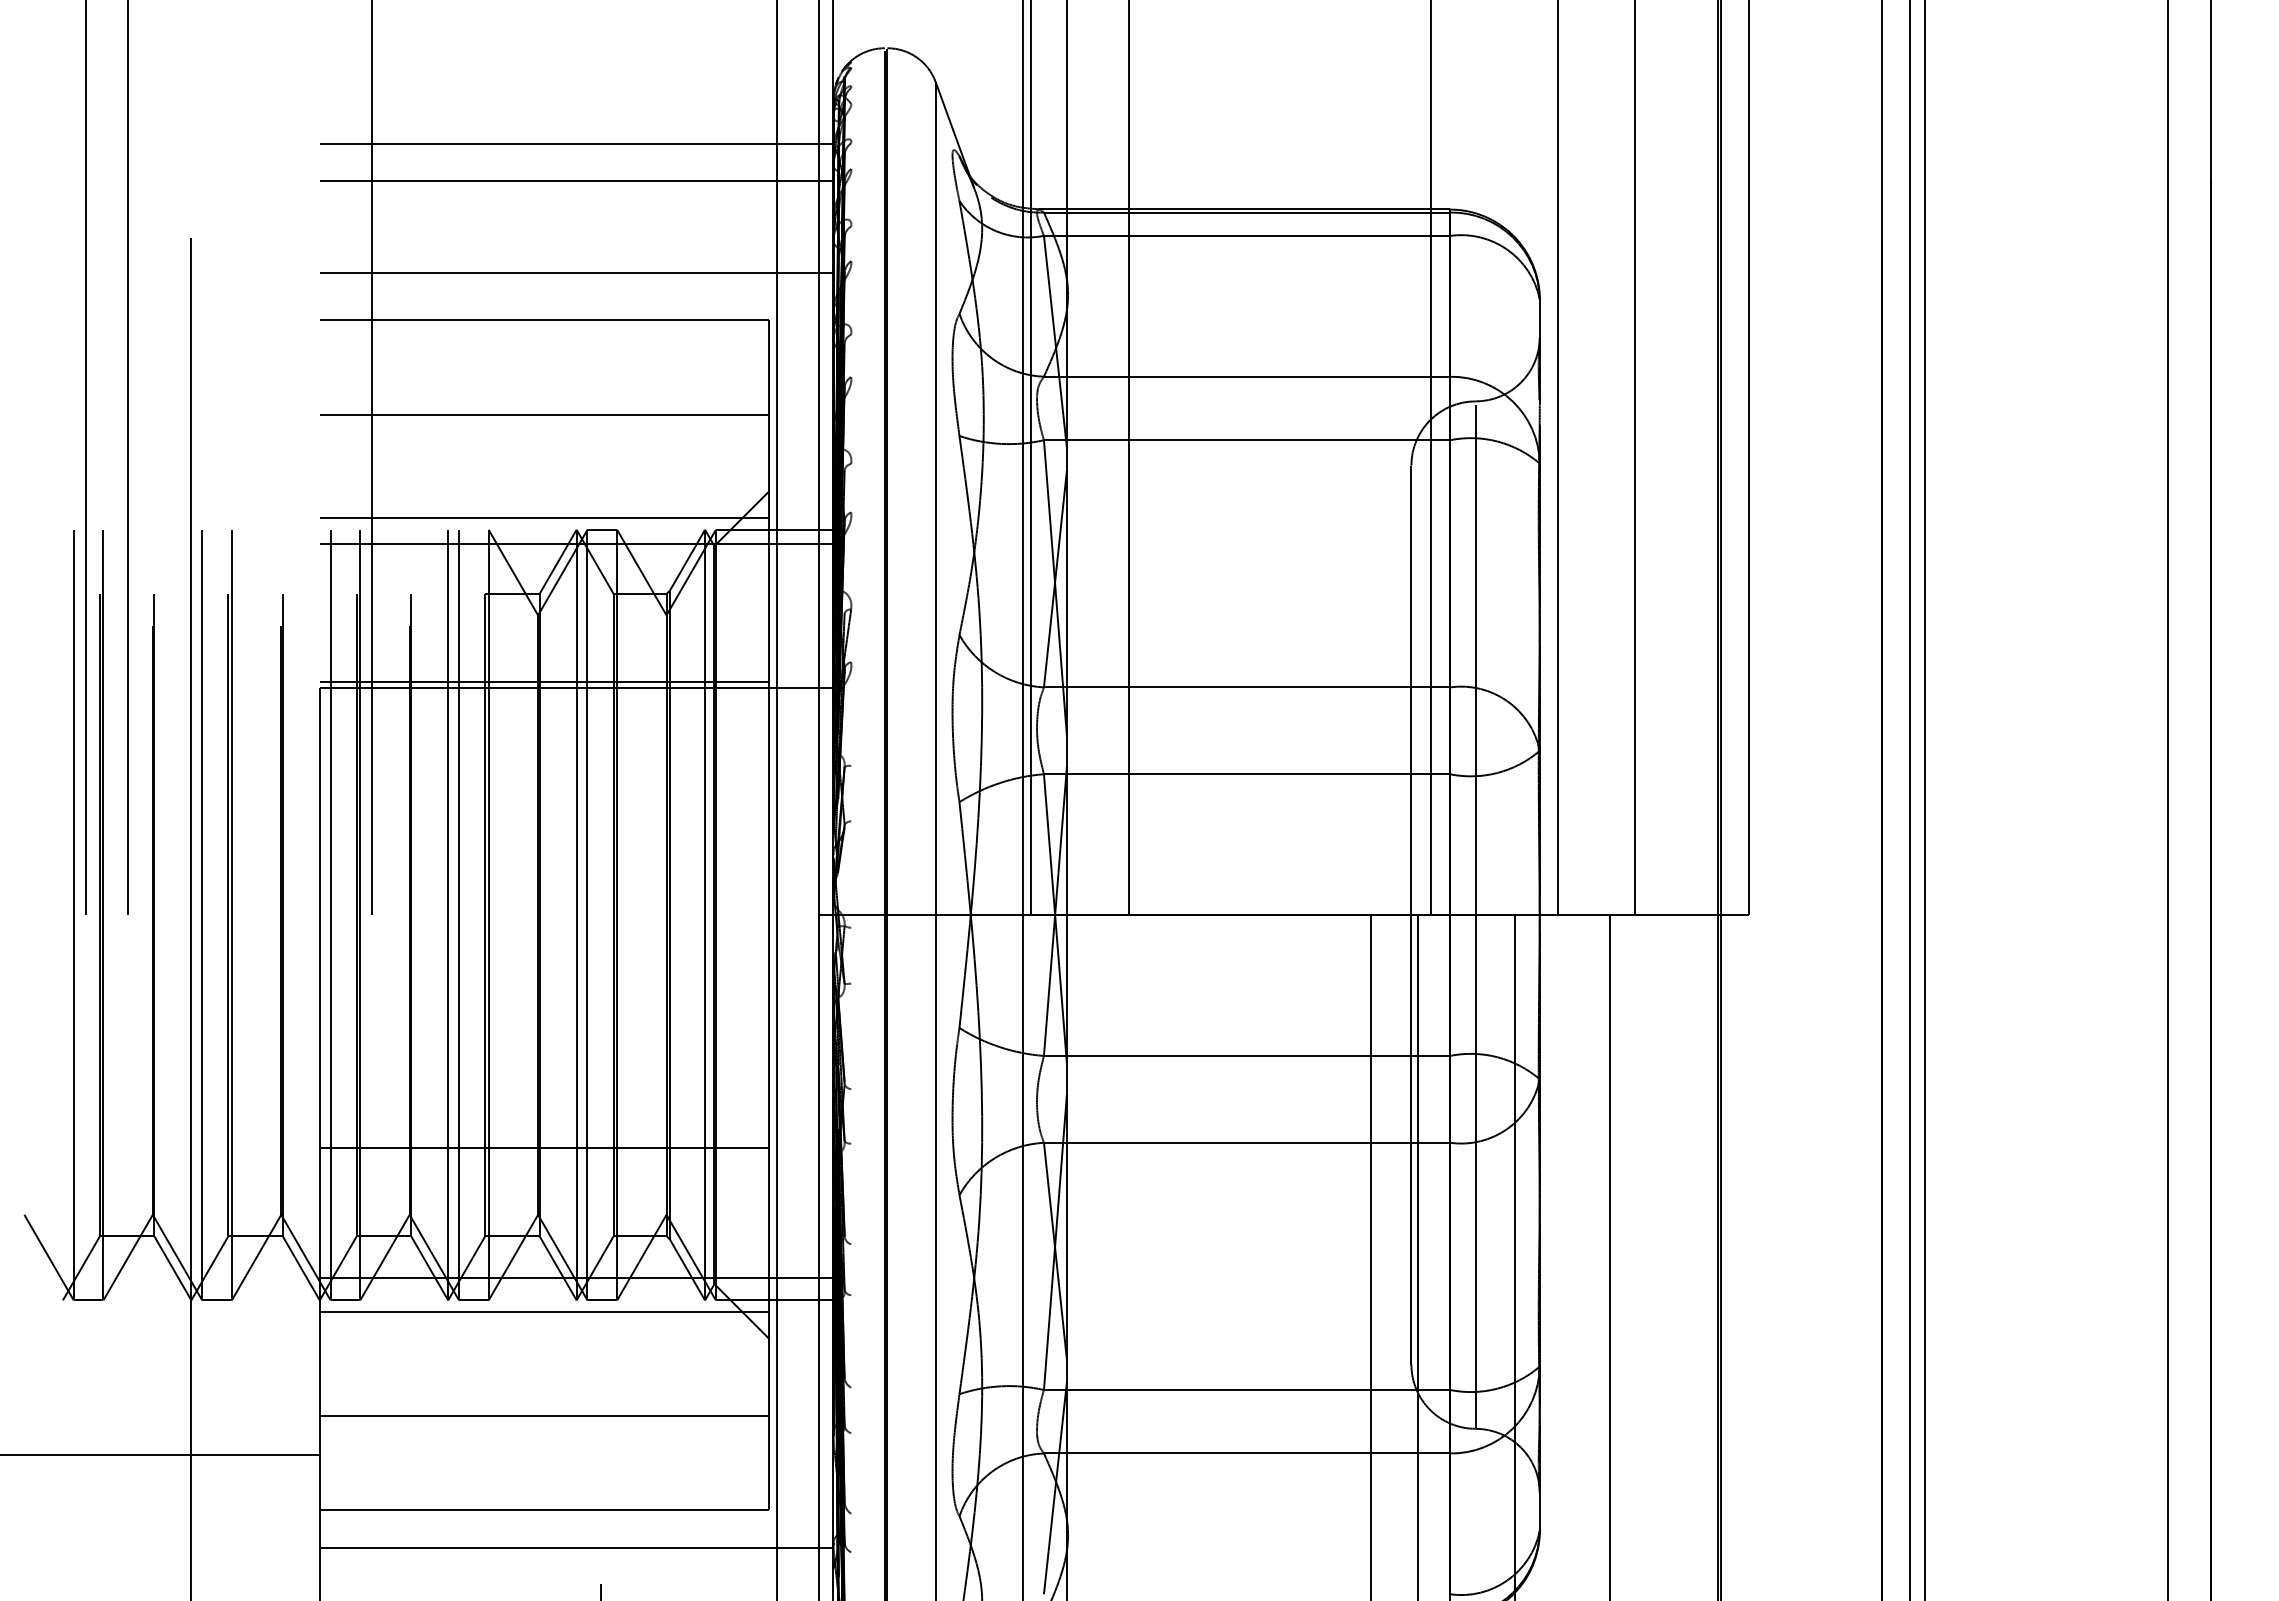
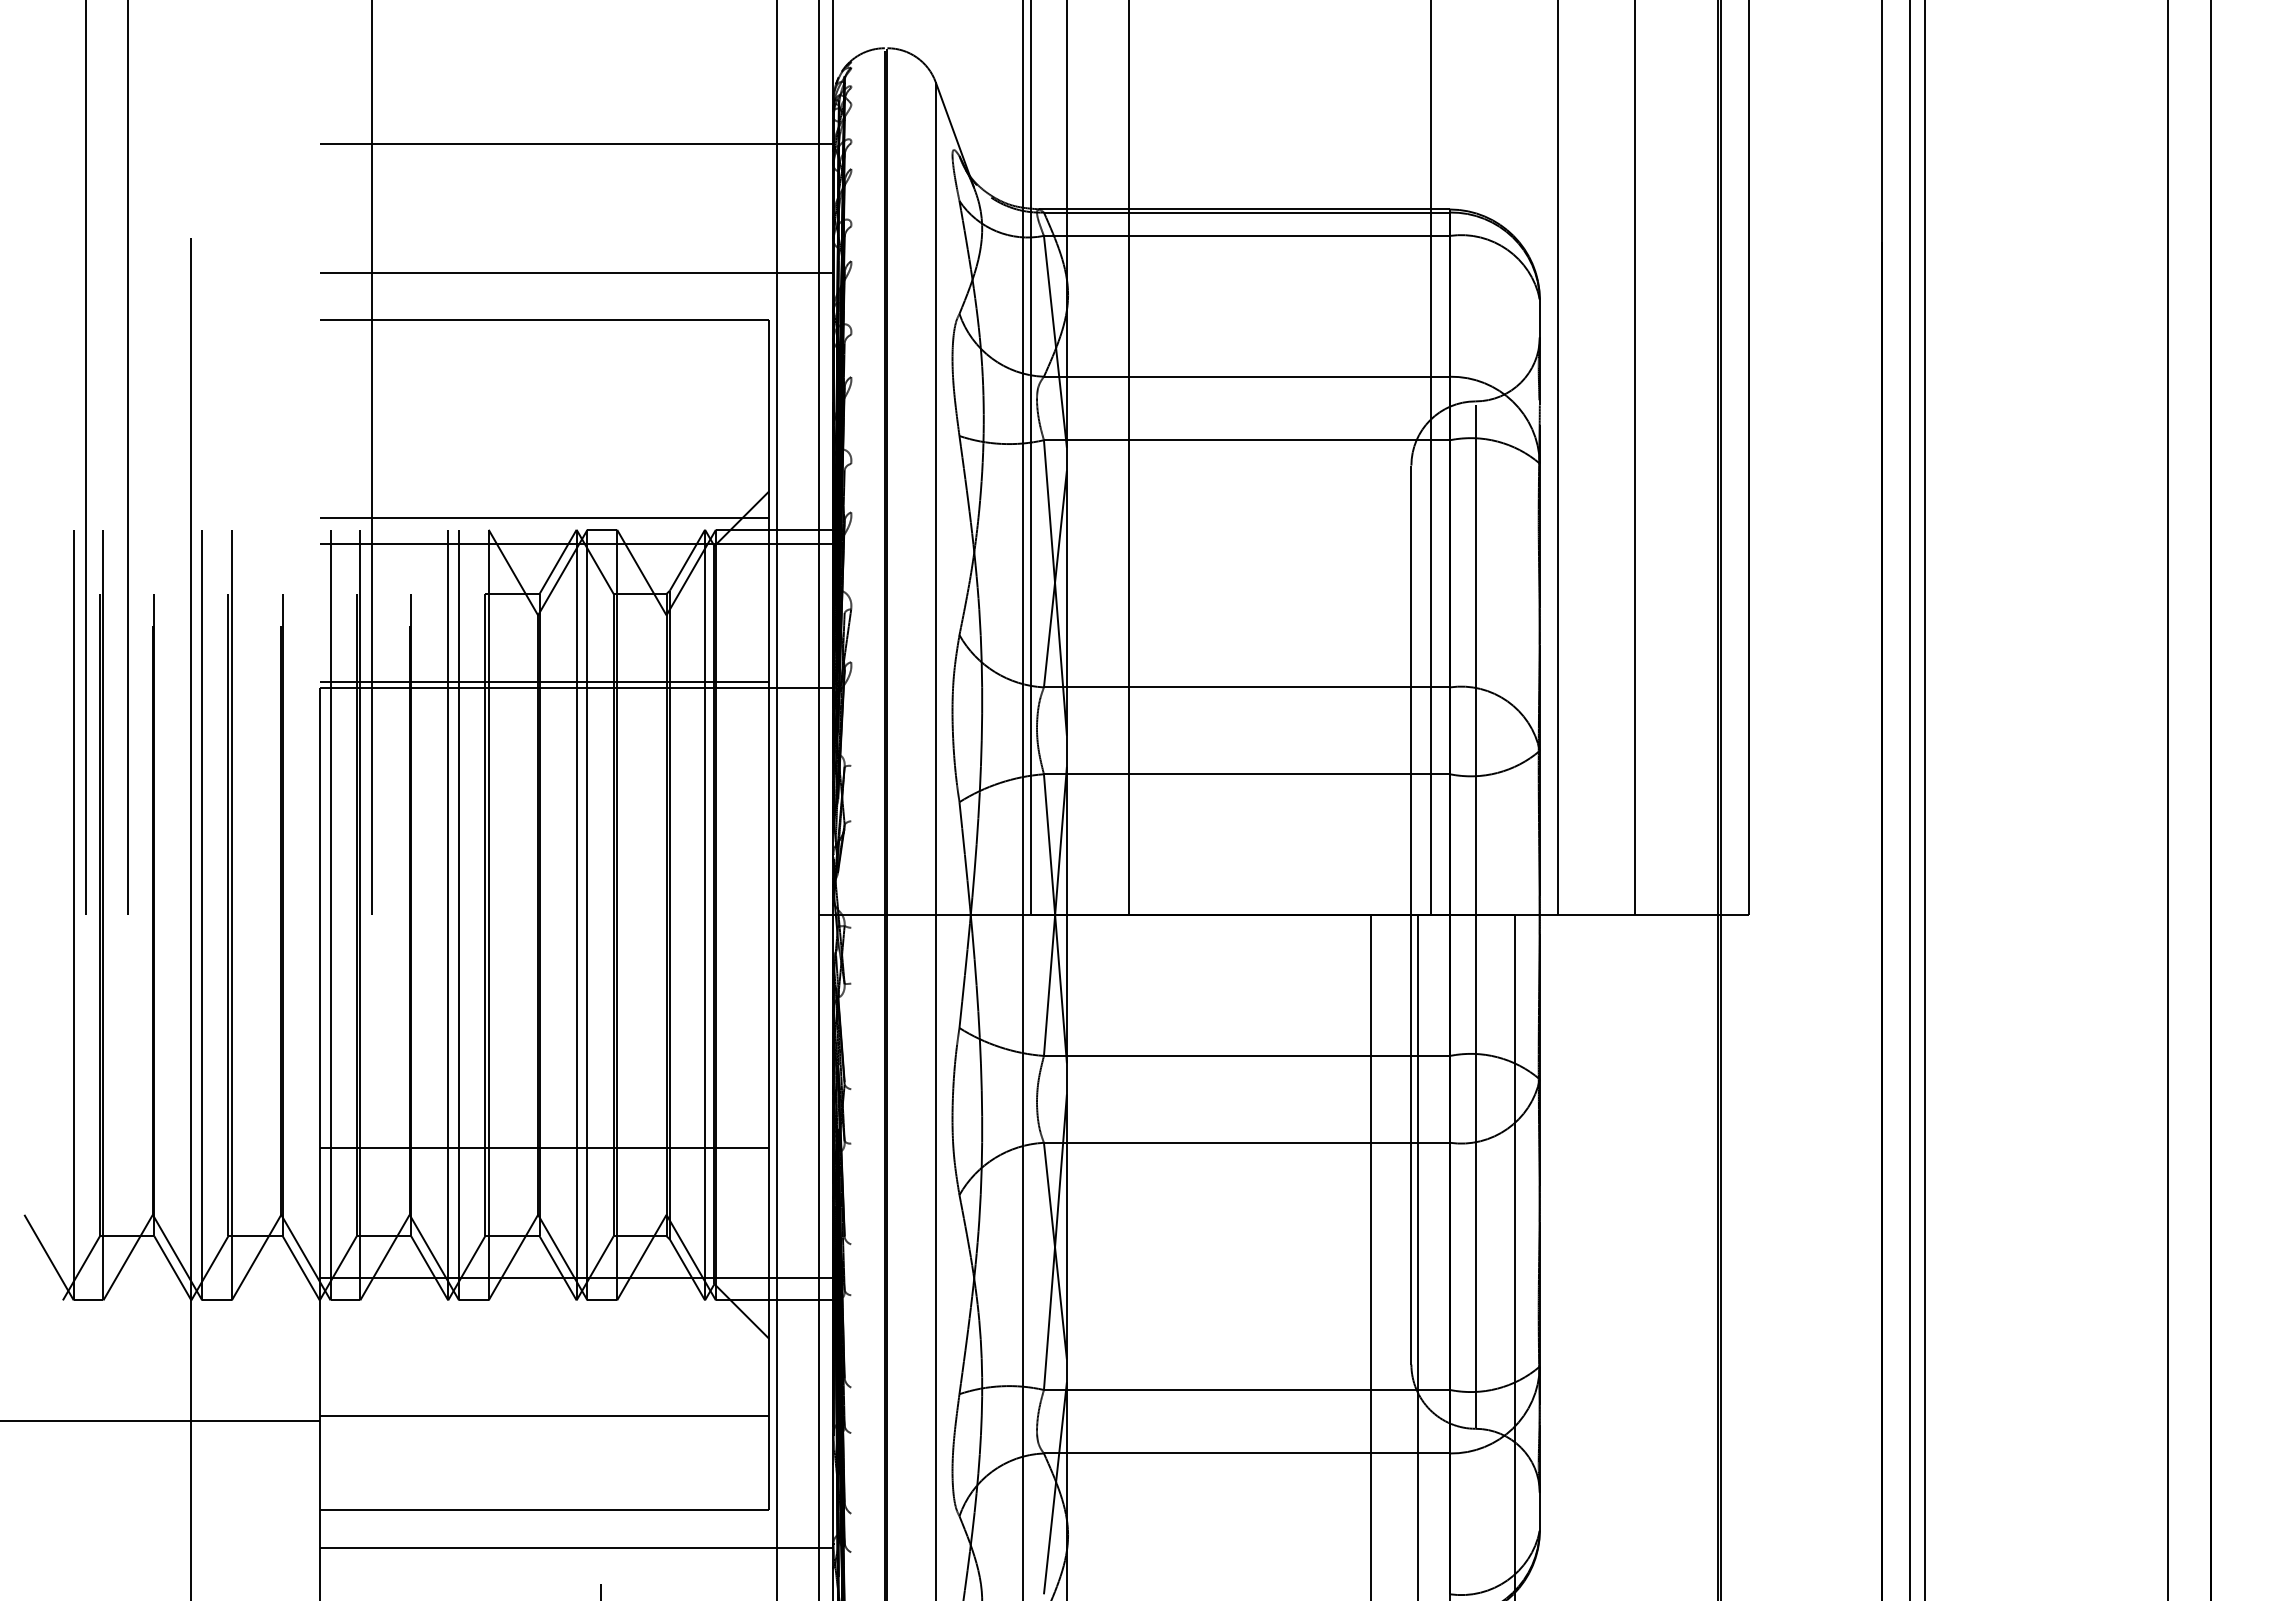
line at (576, 181): present -> none
line at (544, 414): present -> none
line at (1609, 1256): present -> none
line at (544, 1312): present -> none
line at (160, 1454) position: (160, 1454) -> (160, 1420)
